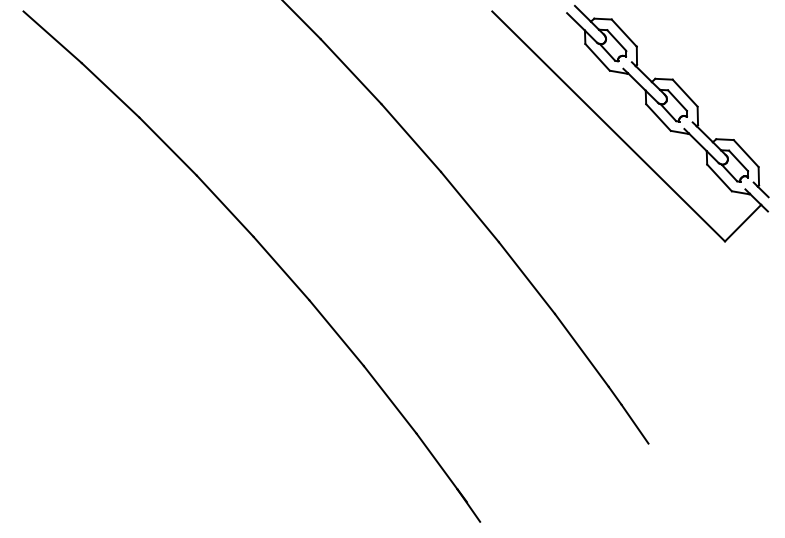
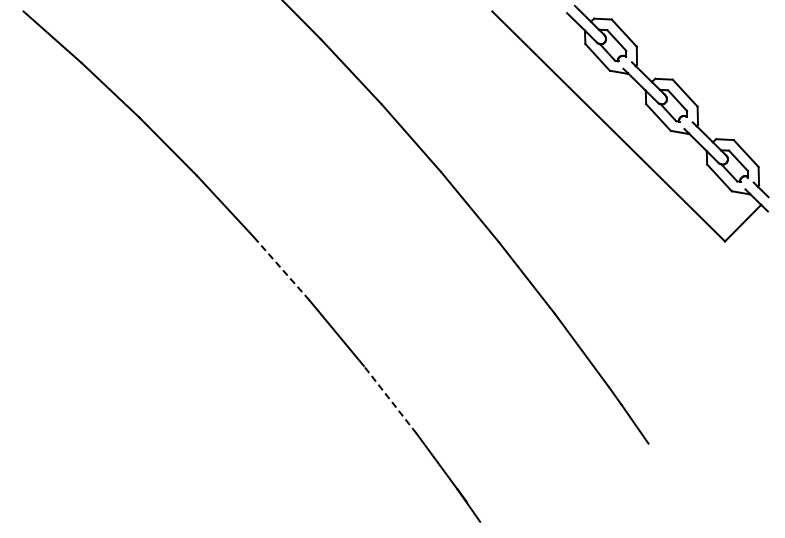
line at (281, 268): solid -> dashed
line at (390, 399): solid -> dashed
